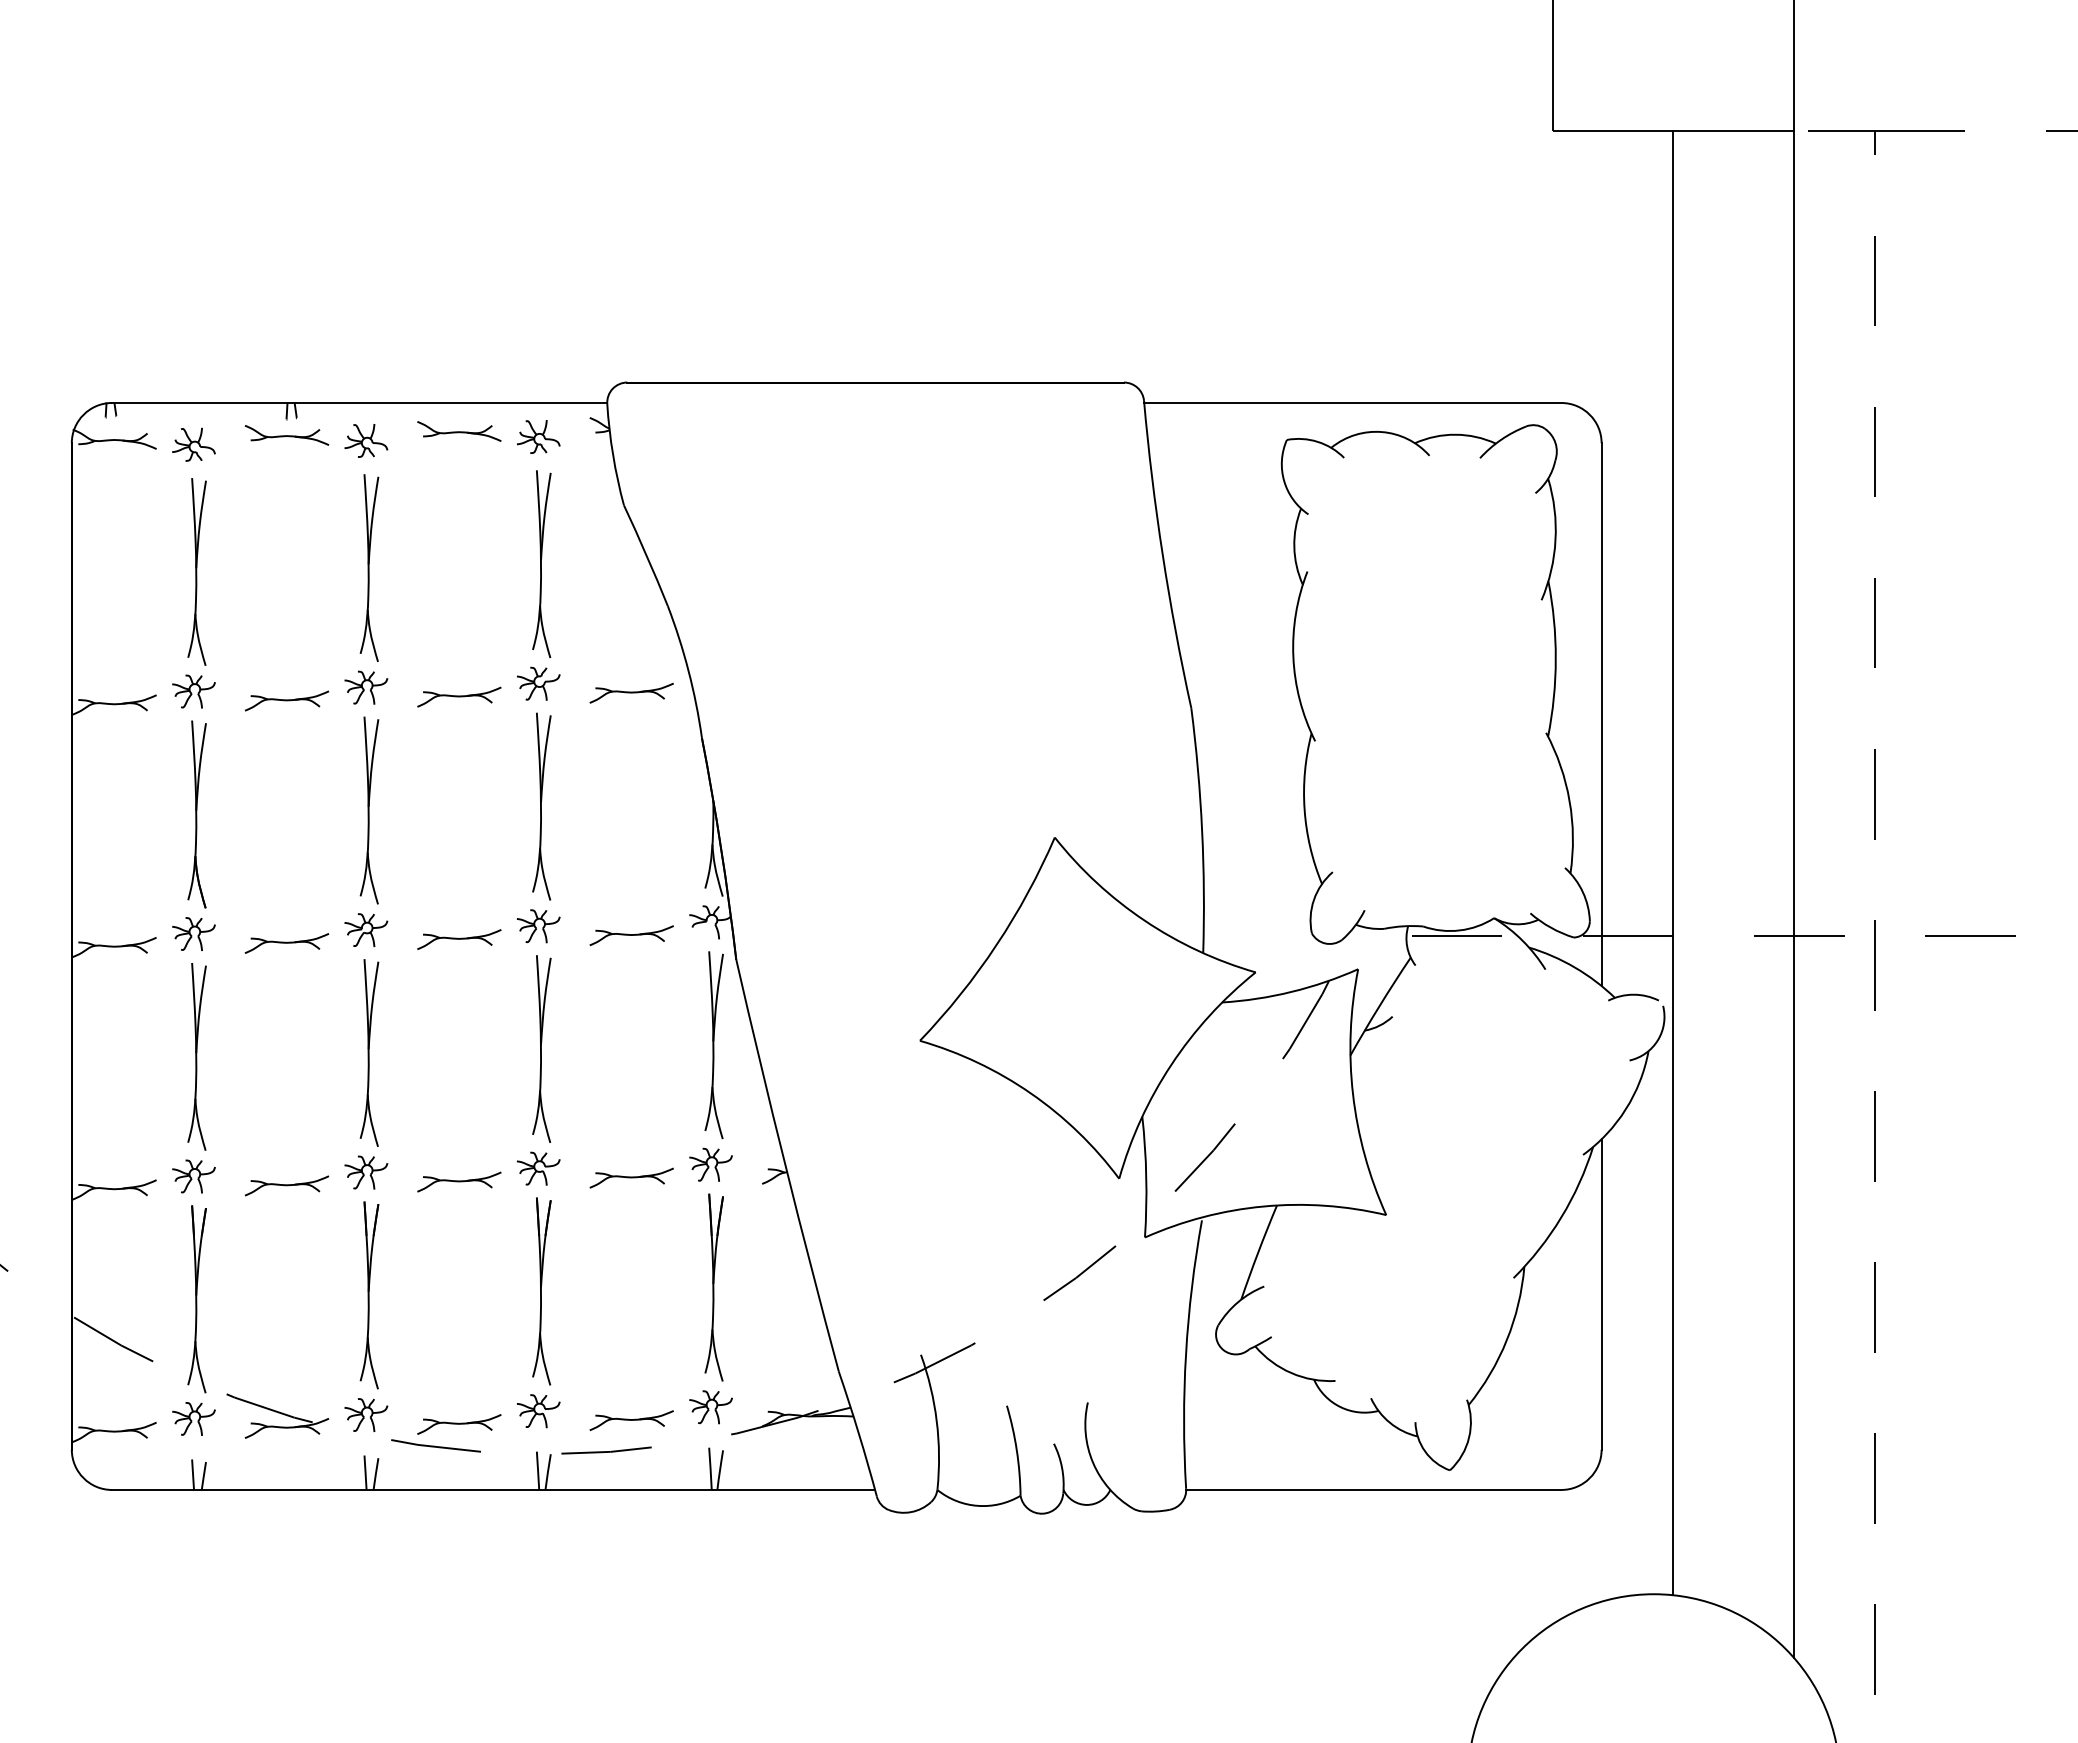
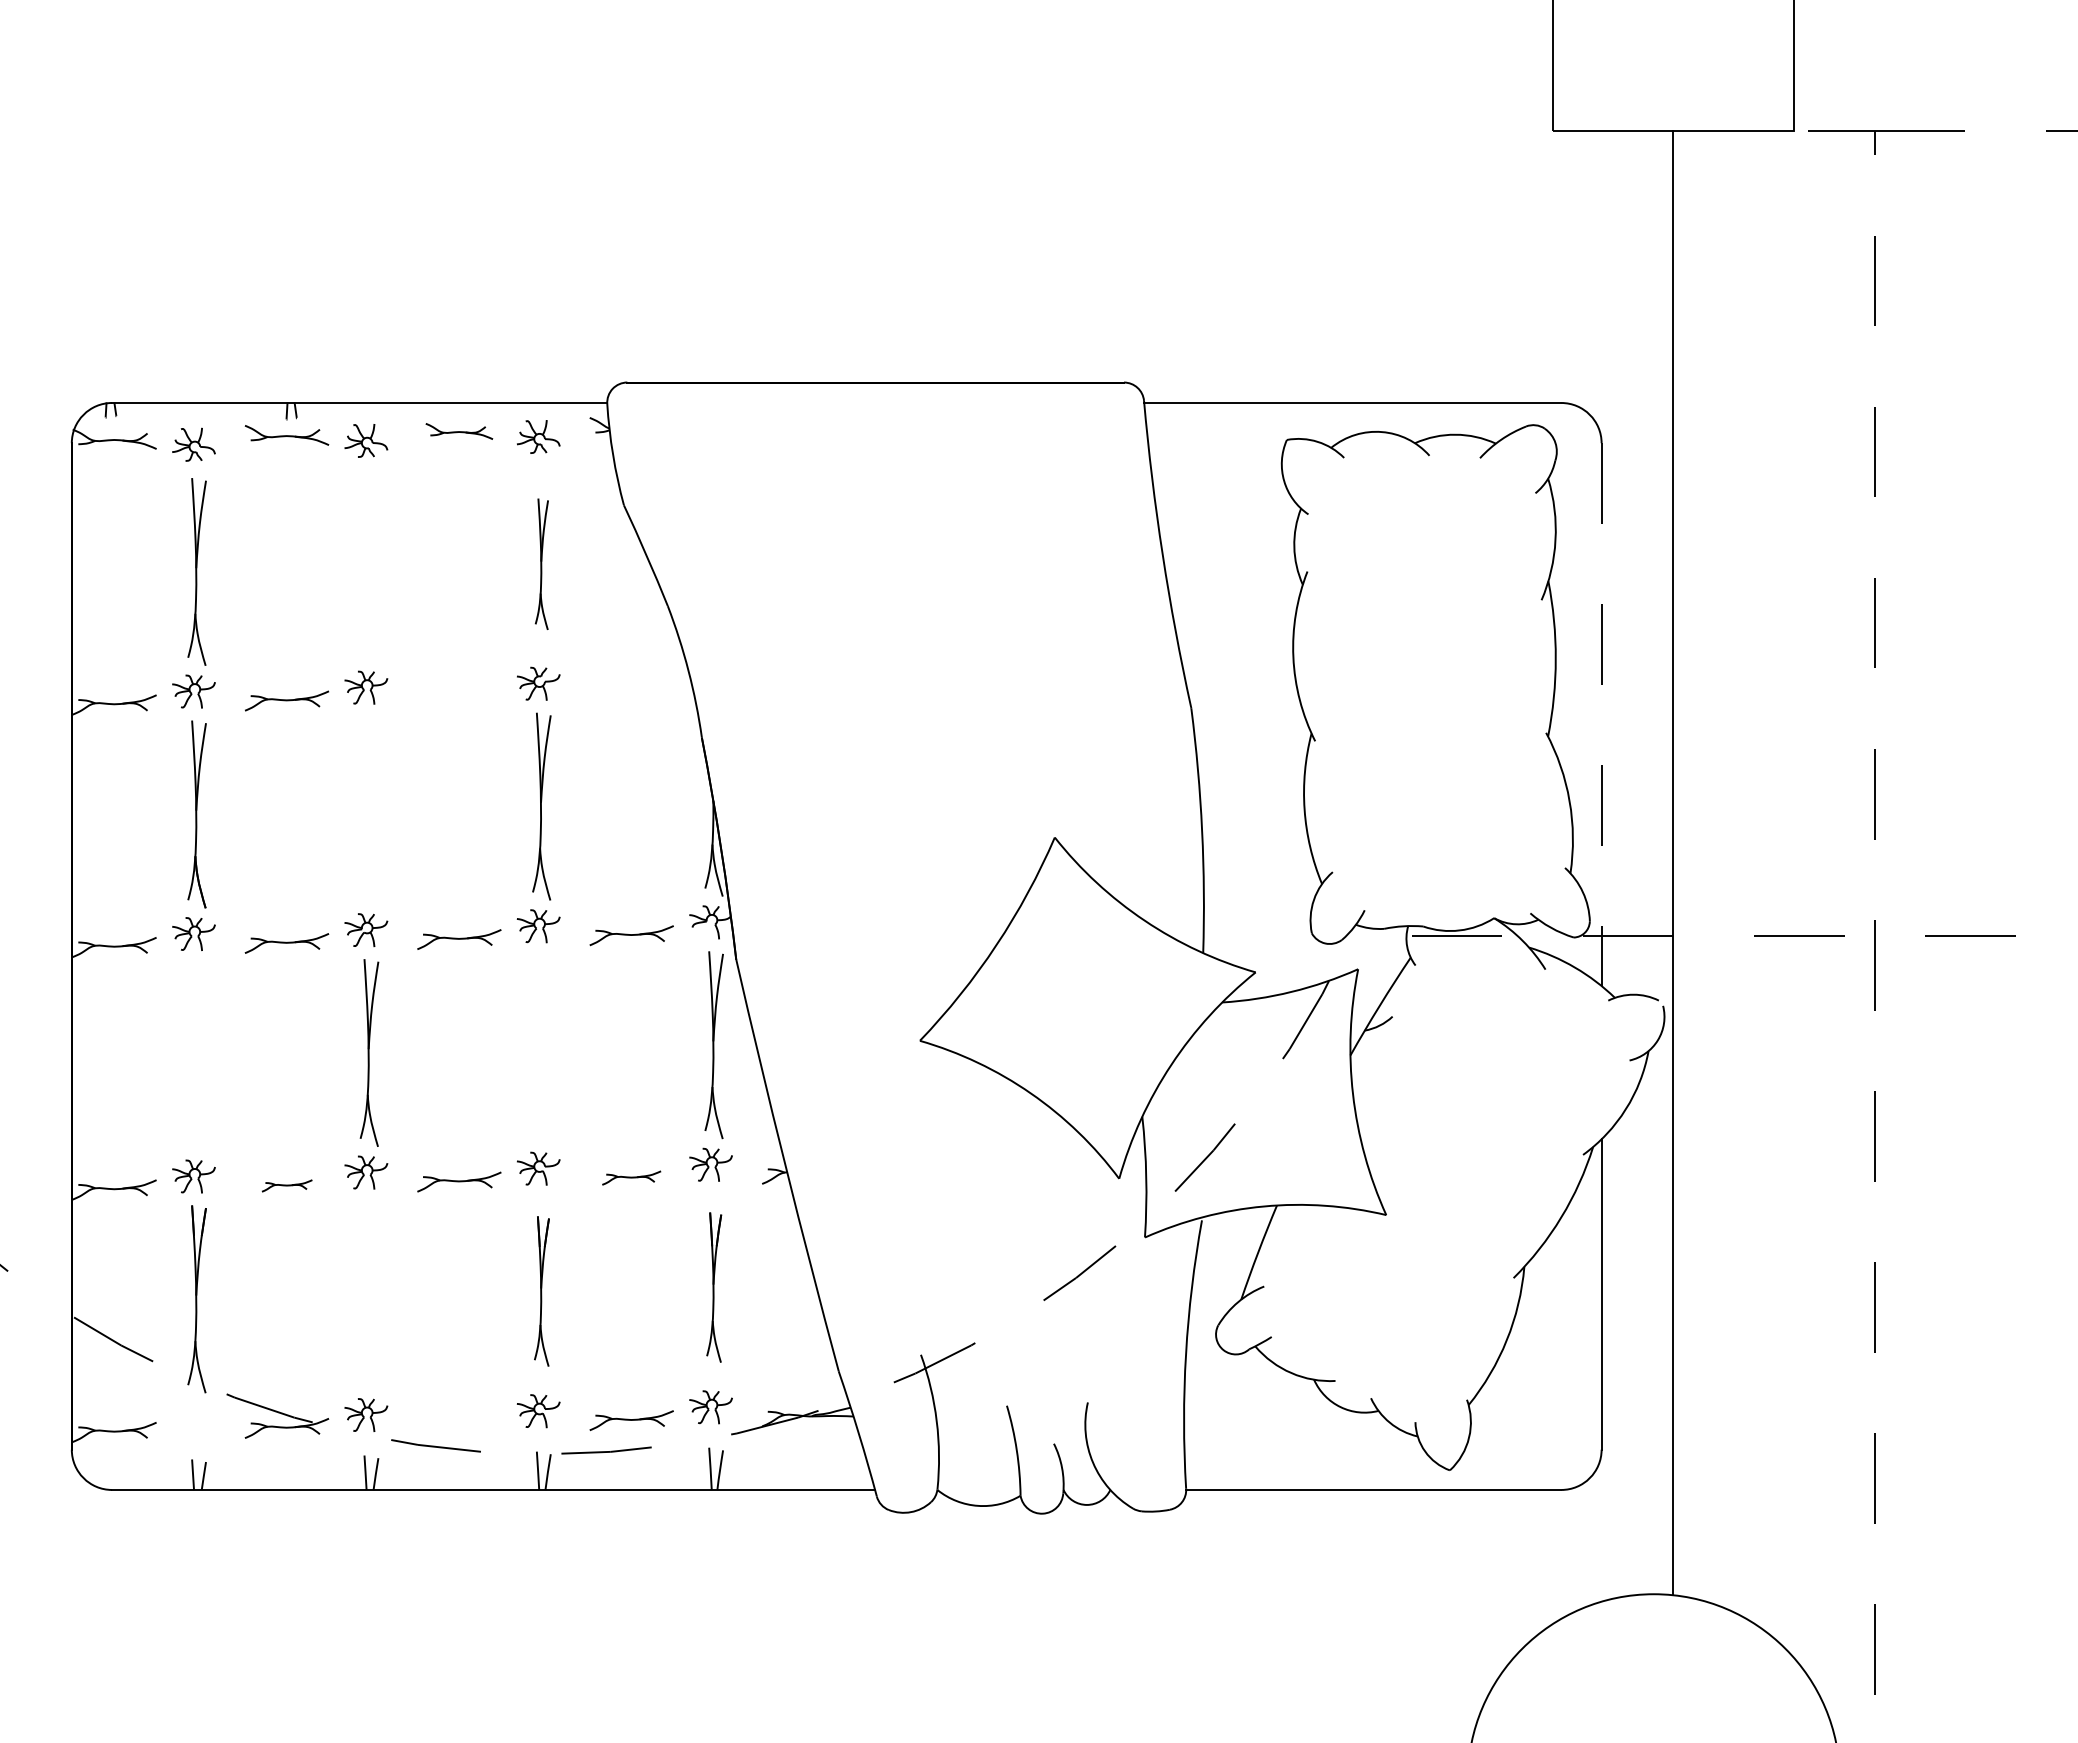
part at (459, 431) size: 85x21 px -> 69x17 px
part at (541, 564) size: 20x189 px -> 15x132 px
part at (369, 567): present -> none
part at (631, 692): present -> none
part at (459, 696): present -> none
line at (1601, 715): solid -> dashed
part at (369, 810): present -> none
line at (1794, 894): present -> none
part at (541, 1048): present -> none
part at (196, 1056): present -> none
part at (631, 1177) size: 85x22 px -> 60x16 px
part at (287, 1185) size: 85x22 px -> 52x14 px
part at (713, 1287) size: 20x189 px -> 17x151 px
part at (541, 1291) size: 20x189 px -> 16x151 px
part at (369, 1295): present -> none
part at (193, 1418): present -> none
part at (459, 1424): present -> none
